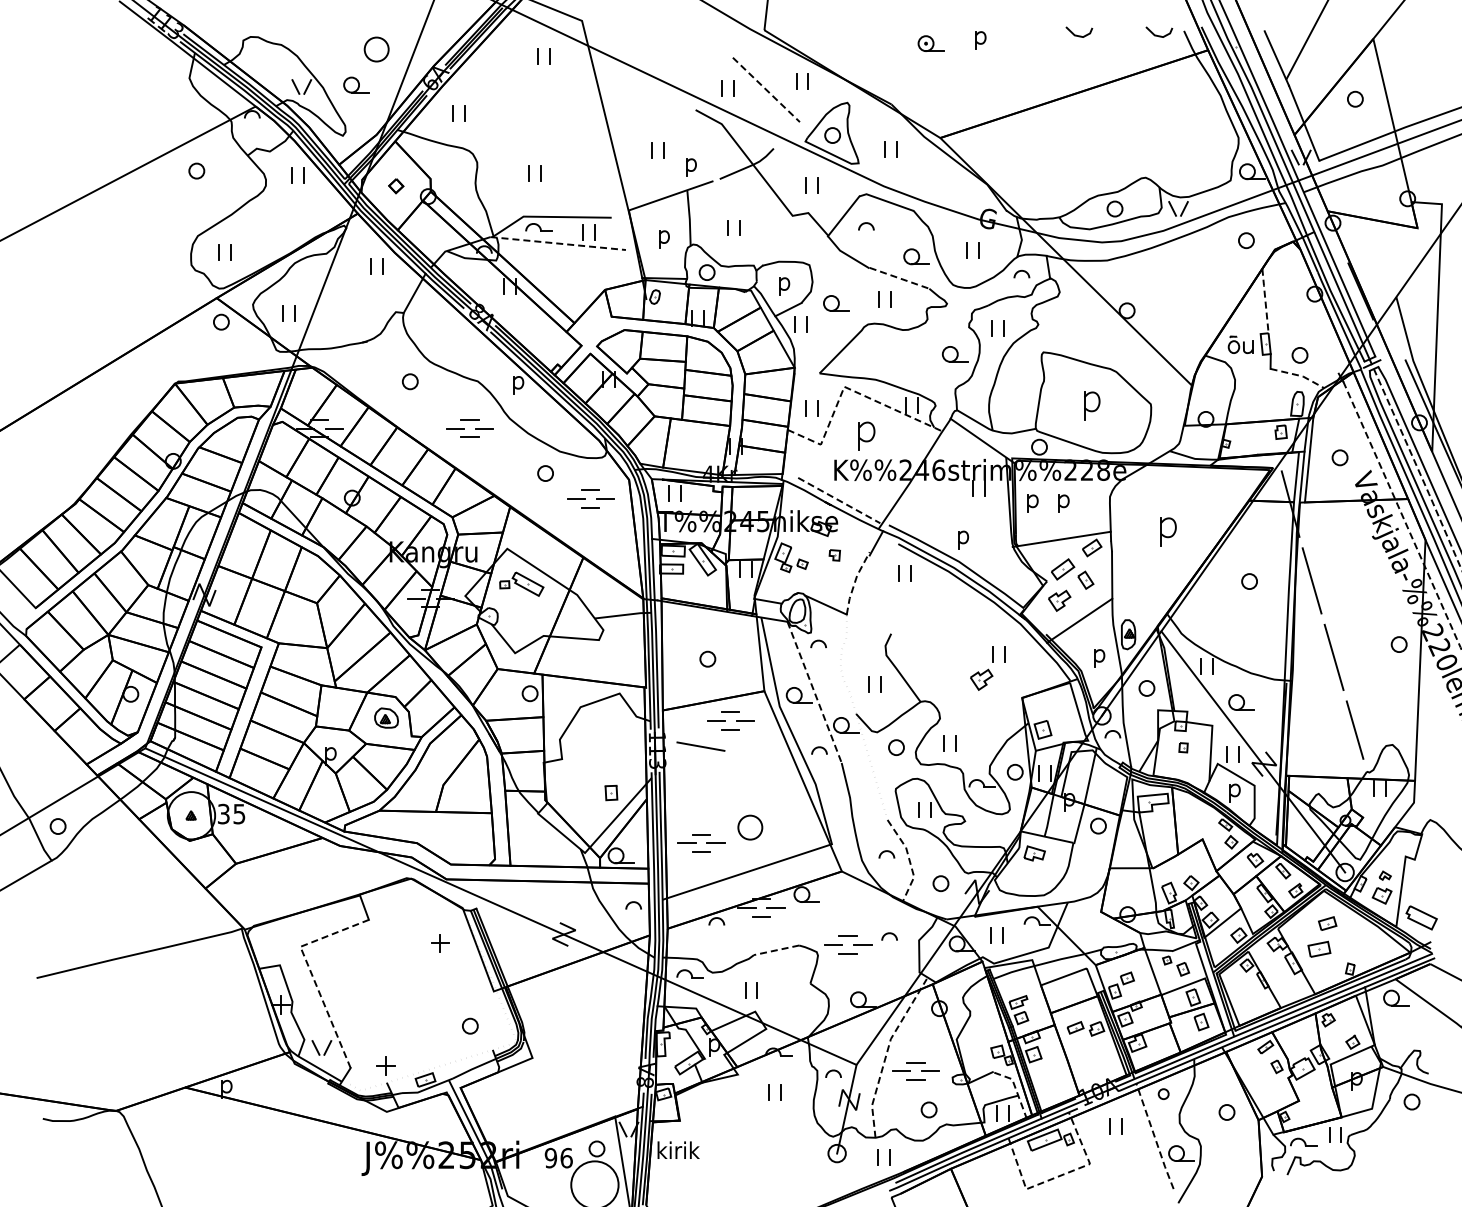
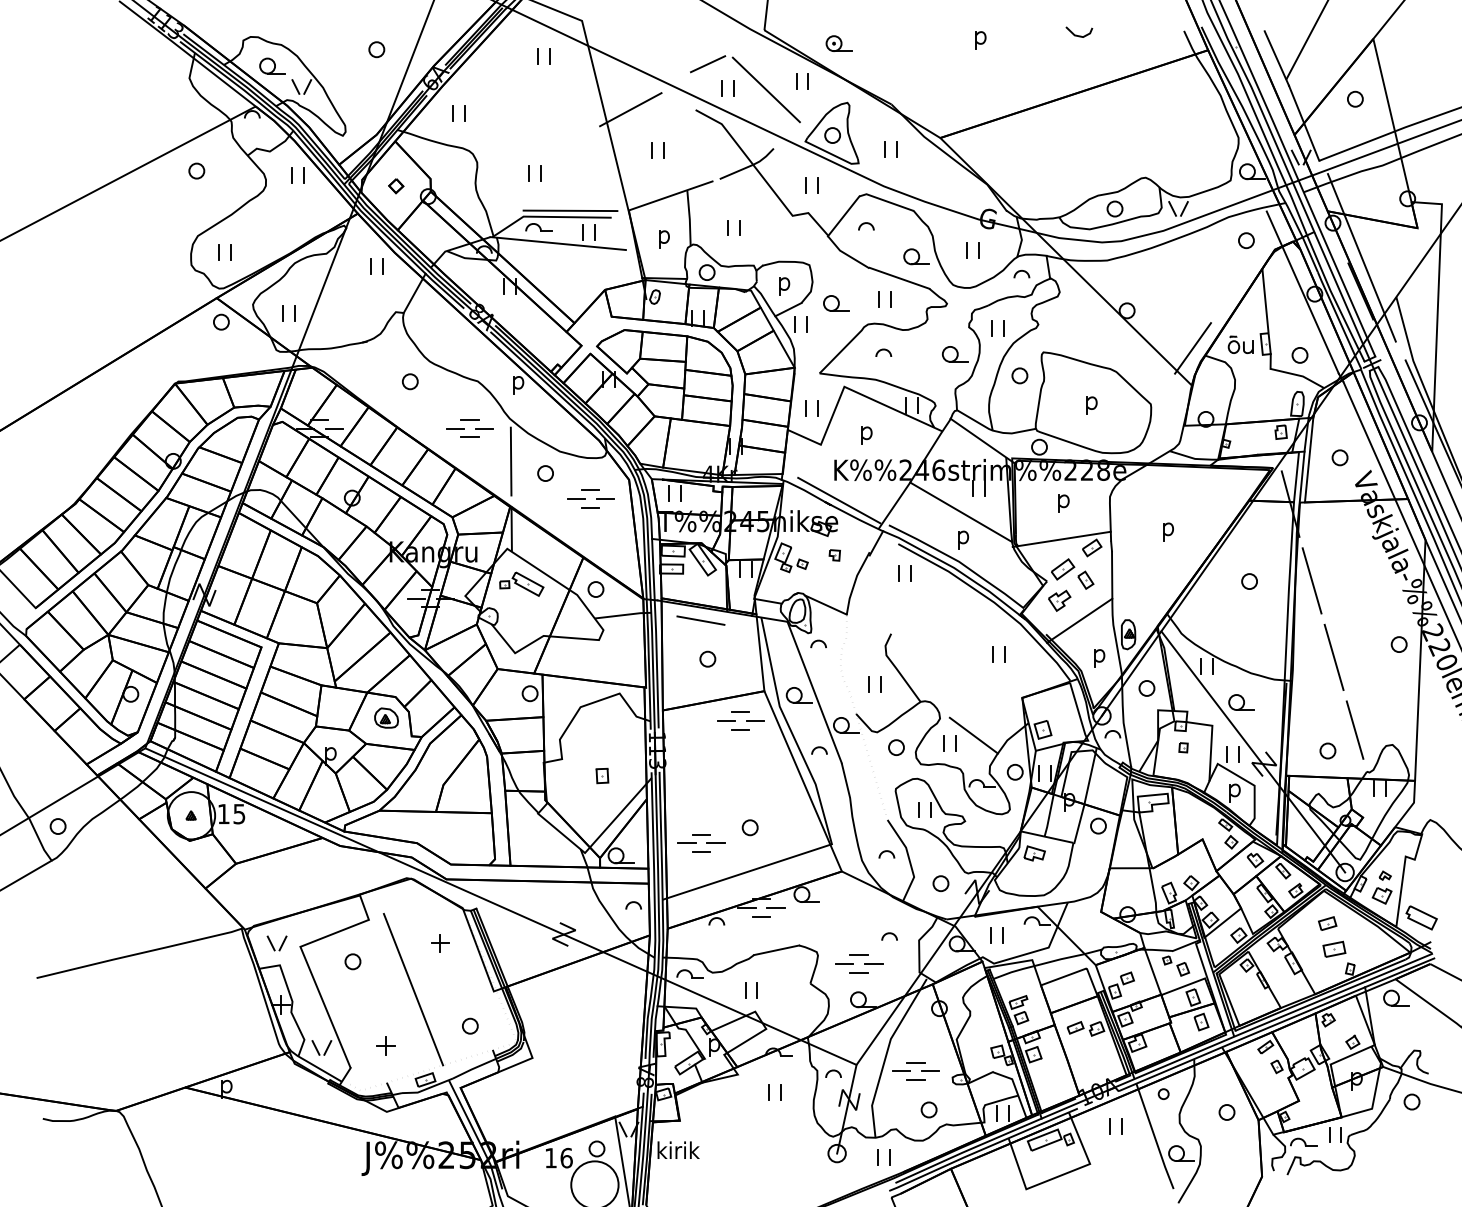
line at (1159, 35): present -> none
part at (930, 43) position: (930, 43) -> (838, 43)
part at (376, 49) size: 27x27 px -> 18x18 px
line at (707, 64): none -> present
part at (356, 84) position: (356, 84) -> (272, 65)
line at (766, 90): dashed -> solid
line at (630, 109): none -> present
part at (691, 167): present -> none
line at (570, 210): none -> present
line at (558, 243): dashed -> solid
line at (1361, 257): none -> present
line at (899, 278): dashed -> solid
line at (1302, 292): none -> present
line at (1265, 300): dashed -> solid
line at (1193, 348): none -> present
part at (883, 352): none -> present
part at (1019, 375): none -> present
line at (1299, 375): dashed -> solid
line at (847, 388): dashed -> solid
part at (1092, 405) size: 17x30 px -> 12x19 px
part at (866, 435) size: 18x30 px -> 12x19 px
line at (1416, 464): dashed -> solid
line at (510, 488): none -> present
line at (839, 500): dashed -> solid
part at (1032, 503): present -> none
line at (961, 512): none -> present
line at (1402, 516): dashed -> solid
part at (1168, 531) size: 17x30 px -> 11x20 px
line at (855, 582): dashed -> solid
part at (595, 589): none -> present
part at (981, 679): present -> none
line at (814, 692): dashed -> solid
part at (730, 720) position: (730, 720) -> (740, 720)
line at (973, 735): none -> present
line at (700, 746) position: (700, 746) -> (700, 620)
part at (1327, 750): none -> present
part at (611, 792) position: (611, 792) -> (602, 775)
text at (223, 813): 35 -> 15
part at (750, 827) size: 27x27 px -> 18x18 px
line at (909, 860): dashed -> solid
part at (276, 943): none -> present
part at (848, 944) position: (848, 944) -> (859, 963)
part at (1319, 948) position: (1319, 948) -> (1334, 948)
line at (776, 950): dashed -> solid
part at (352, 961): none -> present
line at (311, 972): dashed -> solid
line at (413, 989): none -> present
line at (886, 1054): dashed -> solid
part at (385, 1065) position: (385, 1065) -> (385, 1045)
line at (1015, 1088): dashed -> solid
line at (1154, 1137): dashed -> solid
text at (550, 1157): 96 -> 16
line at (1058, 1176): dashed -> solid
